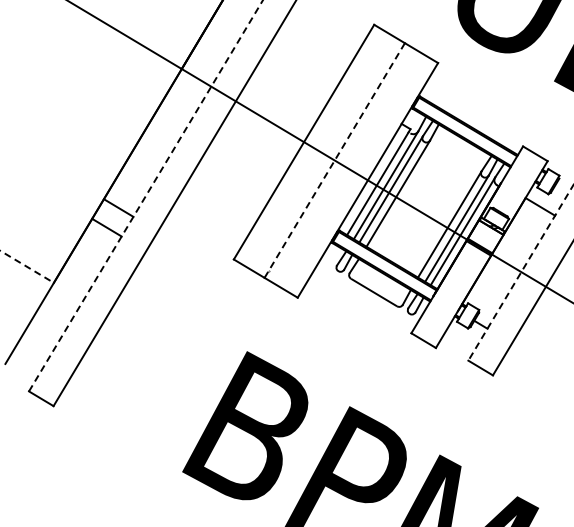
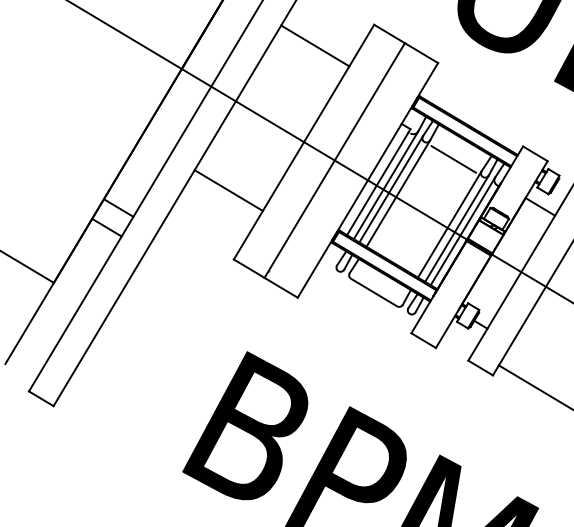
line at (315, 45): none -> present
line at (453, 159): none -> present
line at (334, 160): dashed -> solid
line at (228, 190): none -> present
line at (145, 195): dashed -> solid
line at (27, 266): dashed -> solid
line at (521, 272): dashed -> solid
line at (534, 386): none -> present
